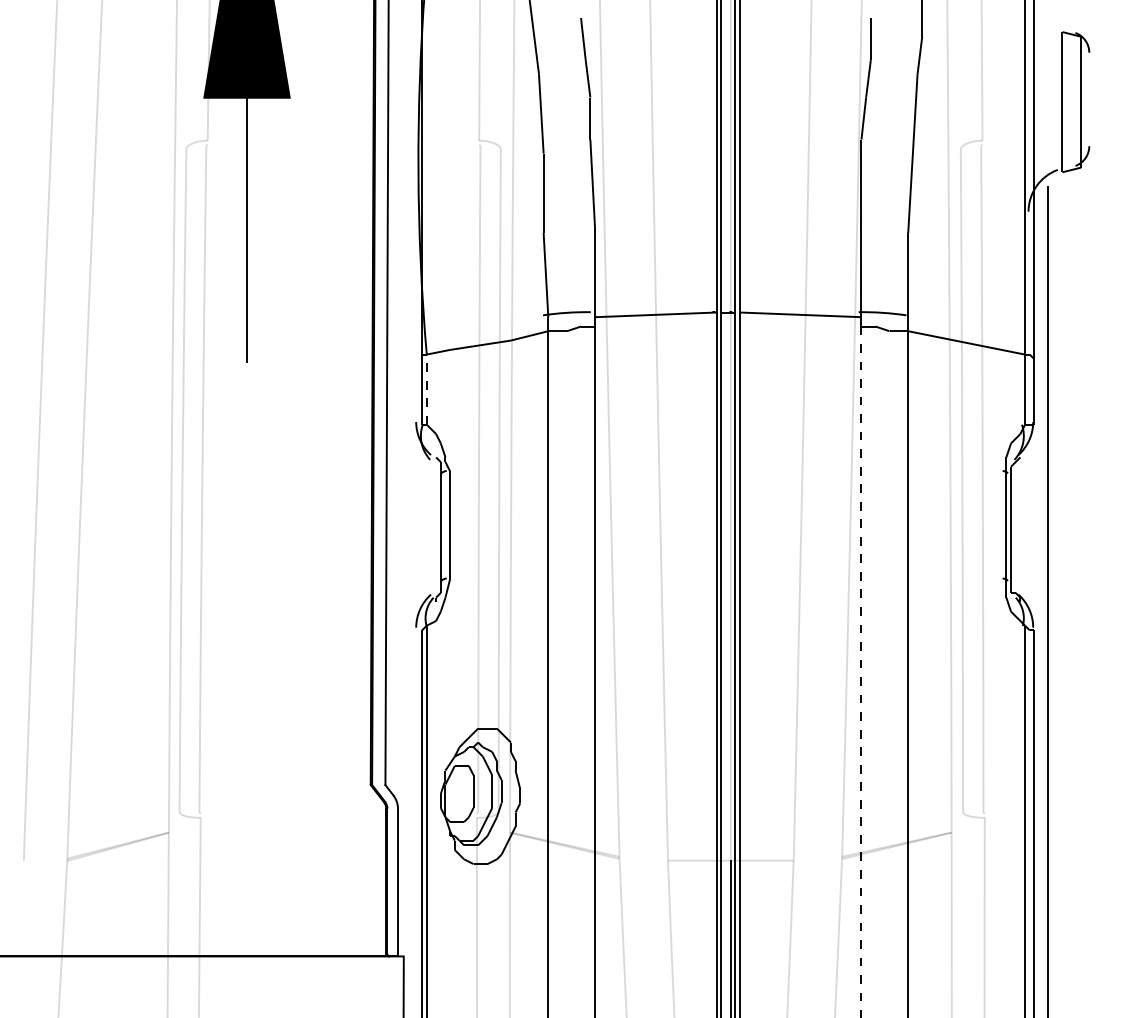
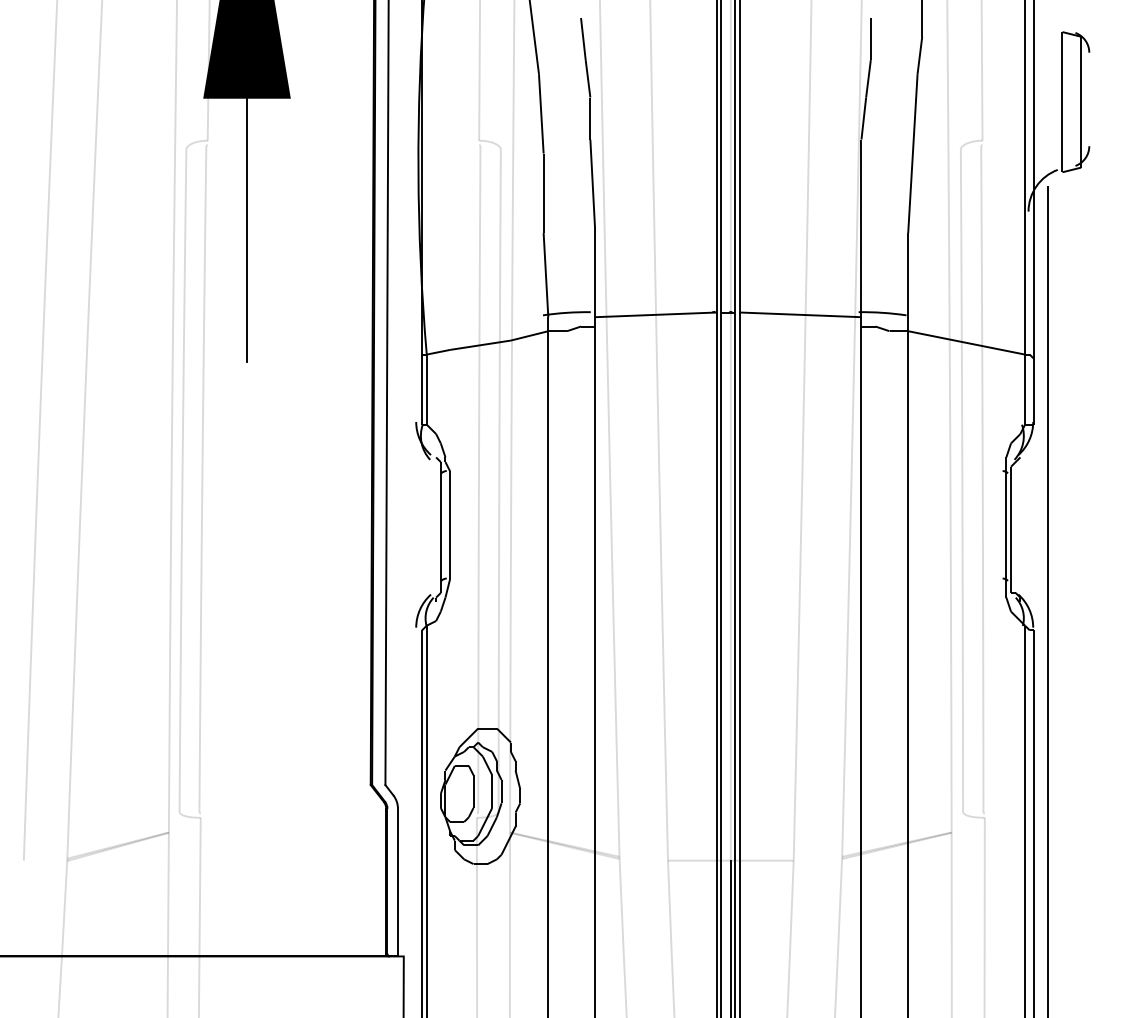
line at (426, 389): dashed -> solid
line at (861, 672): dashed -> solid
